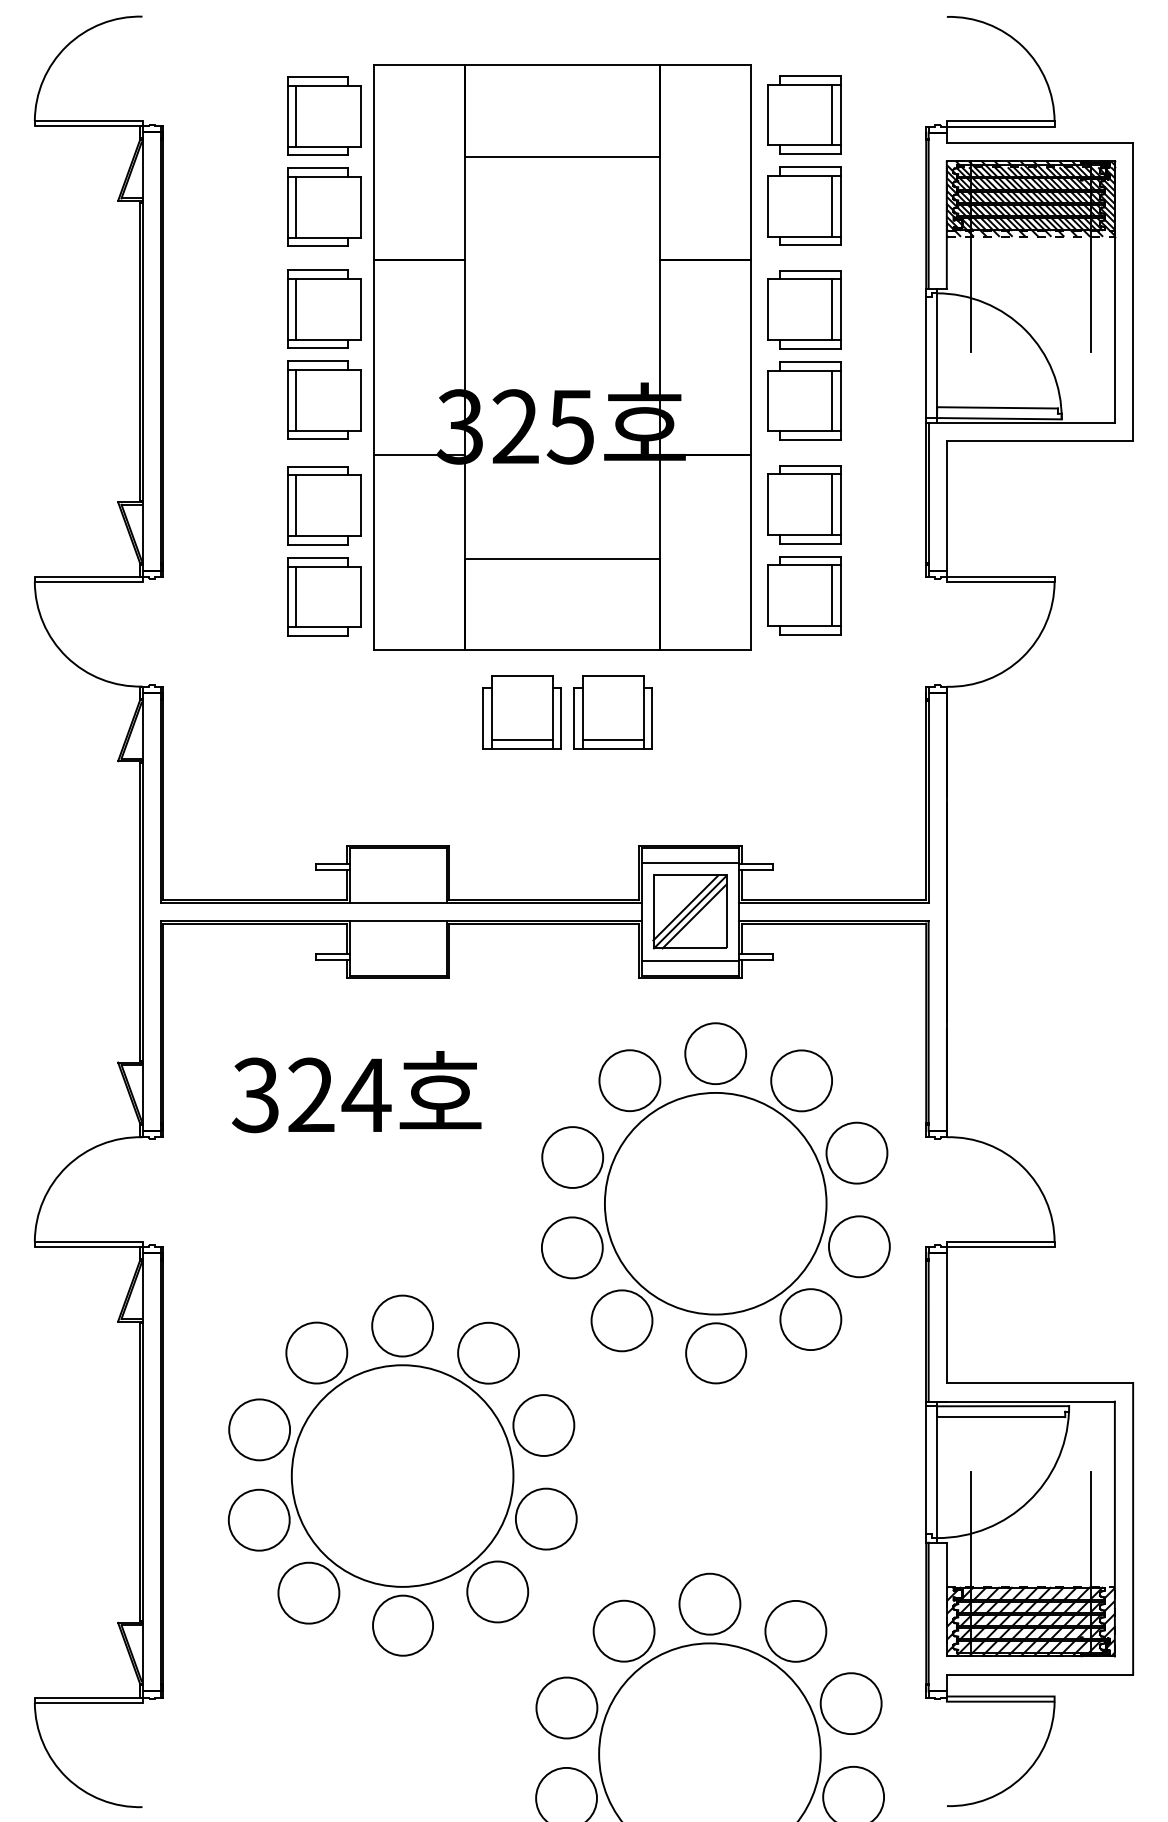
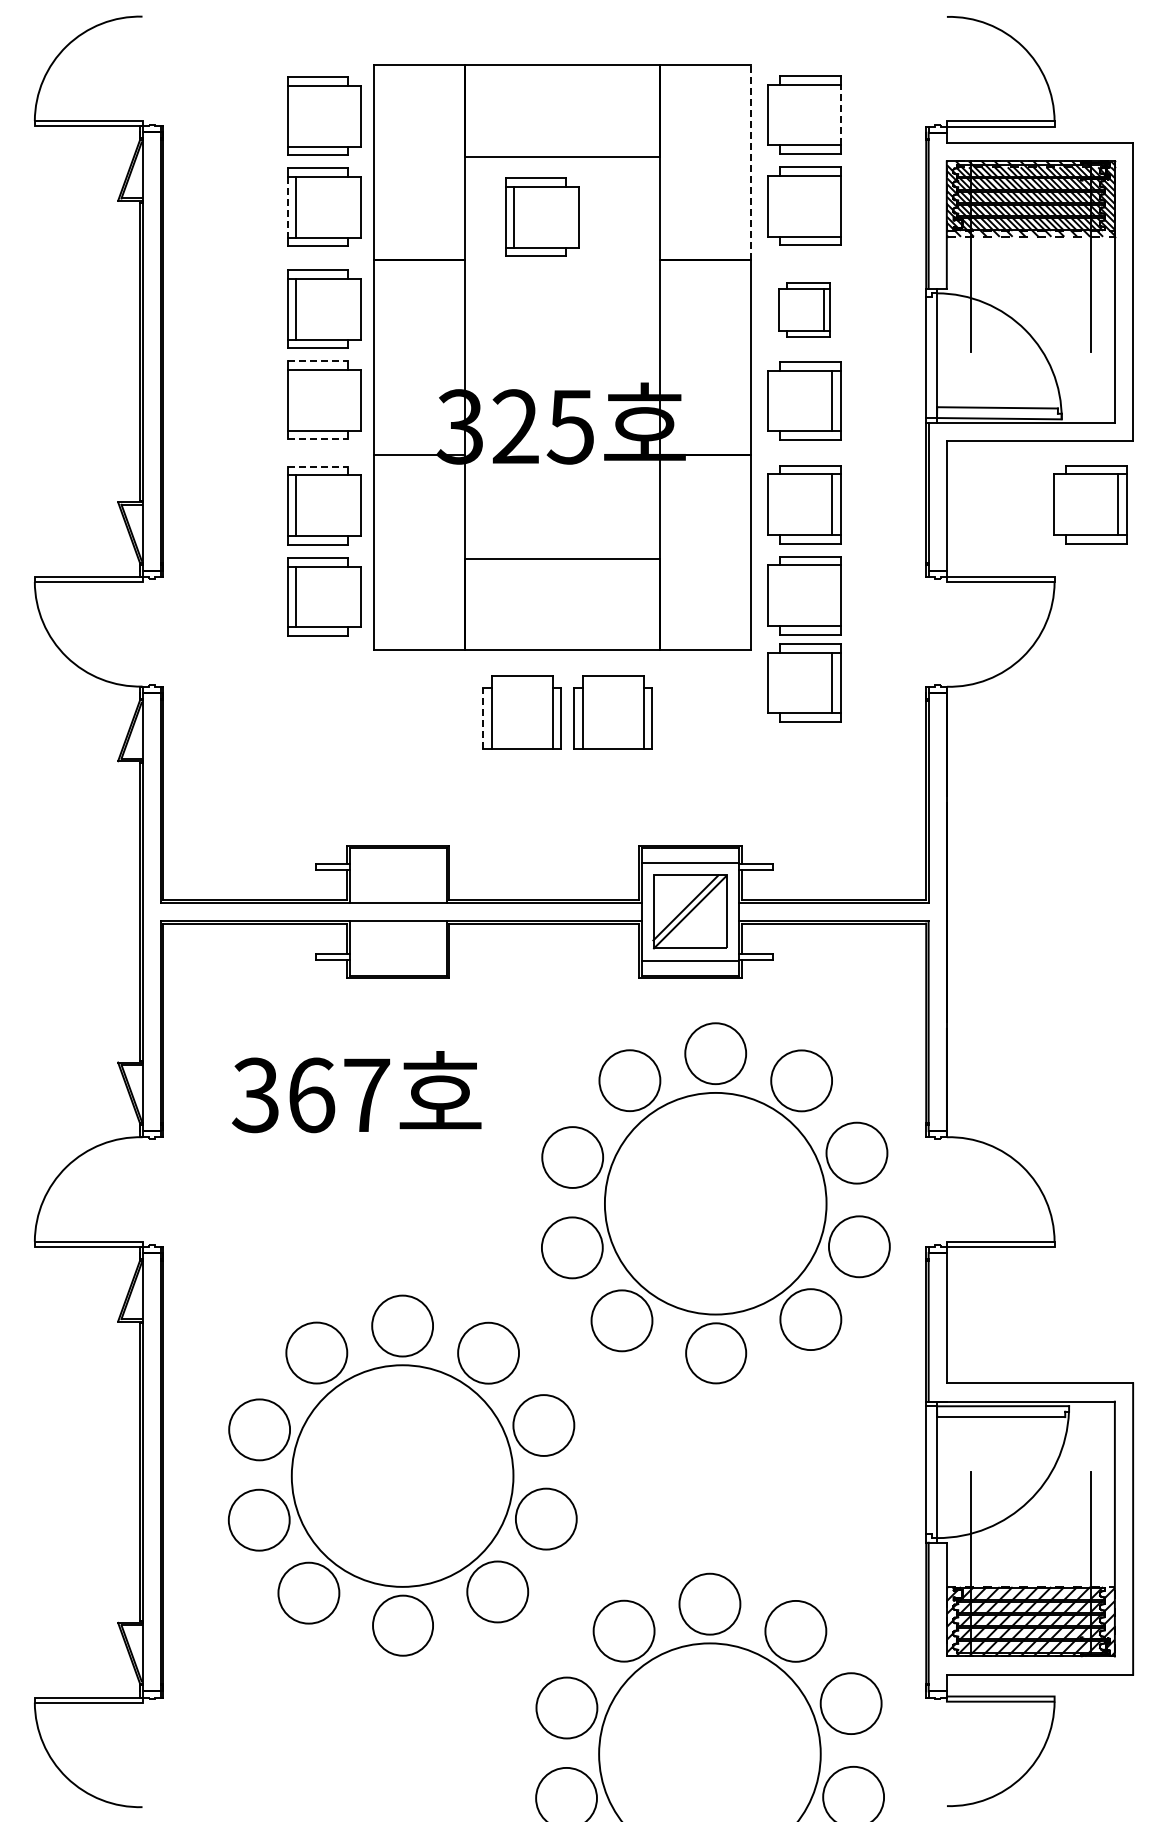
line at (832, 114): present -> none
line at (841, 114): solid -> dashed
line at (296, 115): present -> none
line at (751, 162): solid -> dashed
line at (832, 205): present -> none
line at (287, 207): solid -> dashed
part at (542, 216): none -> present
part at (804, 309) size: 75x80 px -> 53x56 px
line at (318, 361): solid -> dashed
line at (296, 400): present -> none
line at (318, 439): solid -> dashed
line at (318, 466): solid -> dashed
part at (1090, 504): none -> present
line at (832, 595): present -> none
part at (804, 682): none -> present
line at (483, 717): solid -> dashed
line at (521, 739): present -> none
line at (612, 739): present -> none
line at (694, 916): present -> none
text at (339, 1095): 324 -> 367
